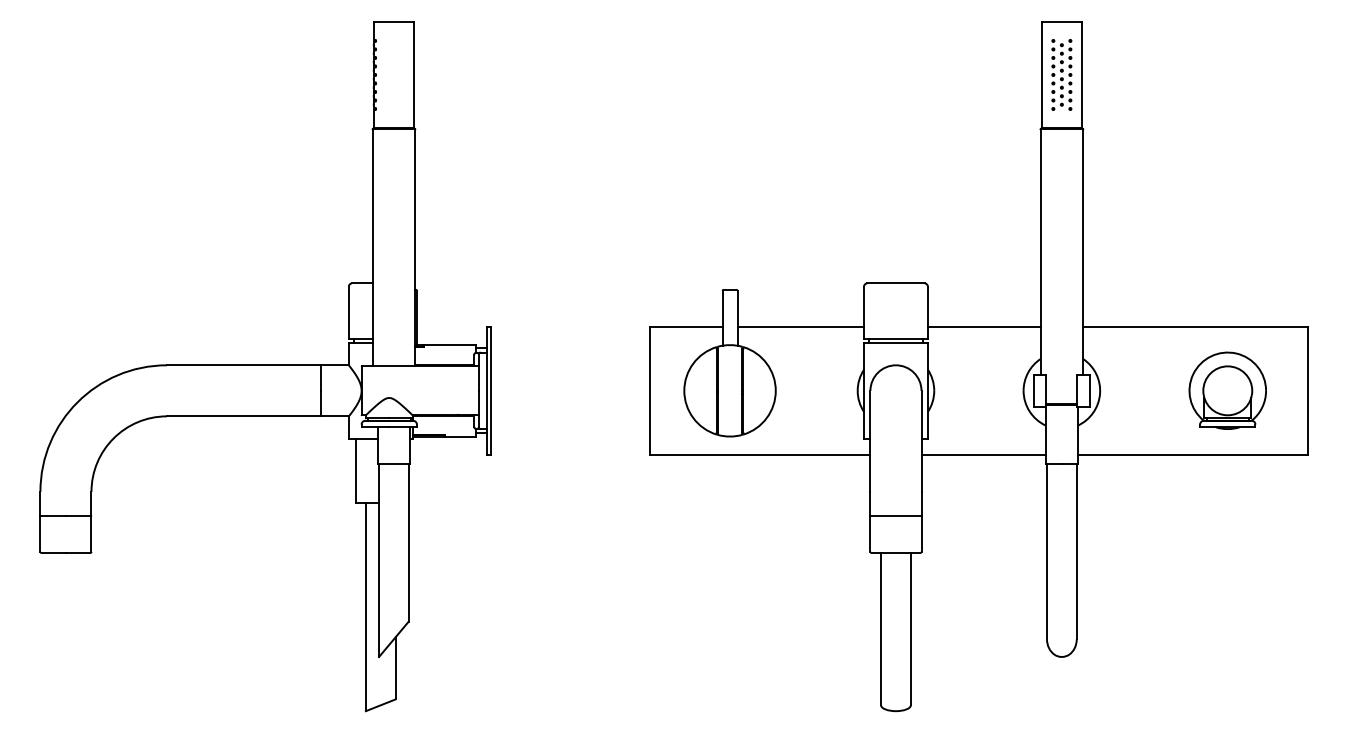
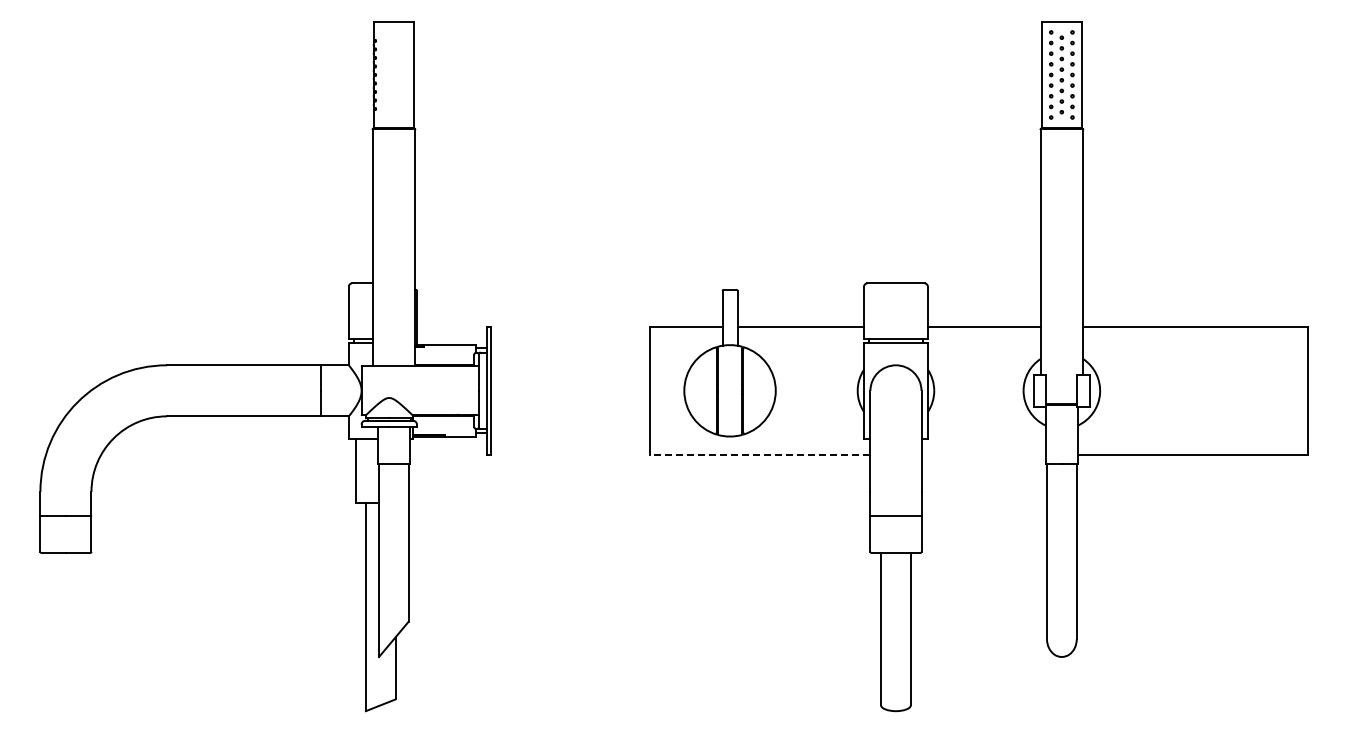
part at (1061, 74) size: 22x72 px -> 26x90 px
part at (1227, 390): present -> none
line at (759, 454): solid -> dashed
line at (983, 454): present -> none
